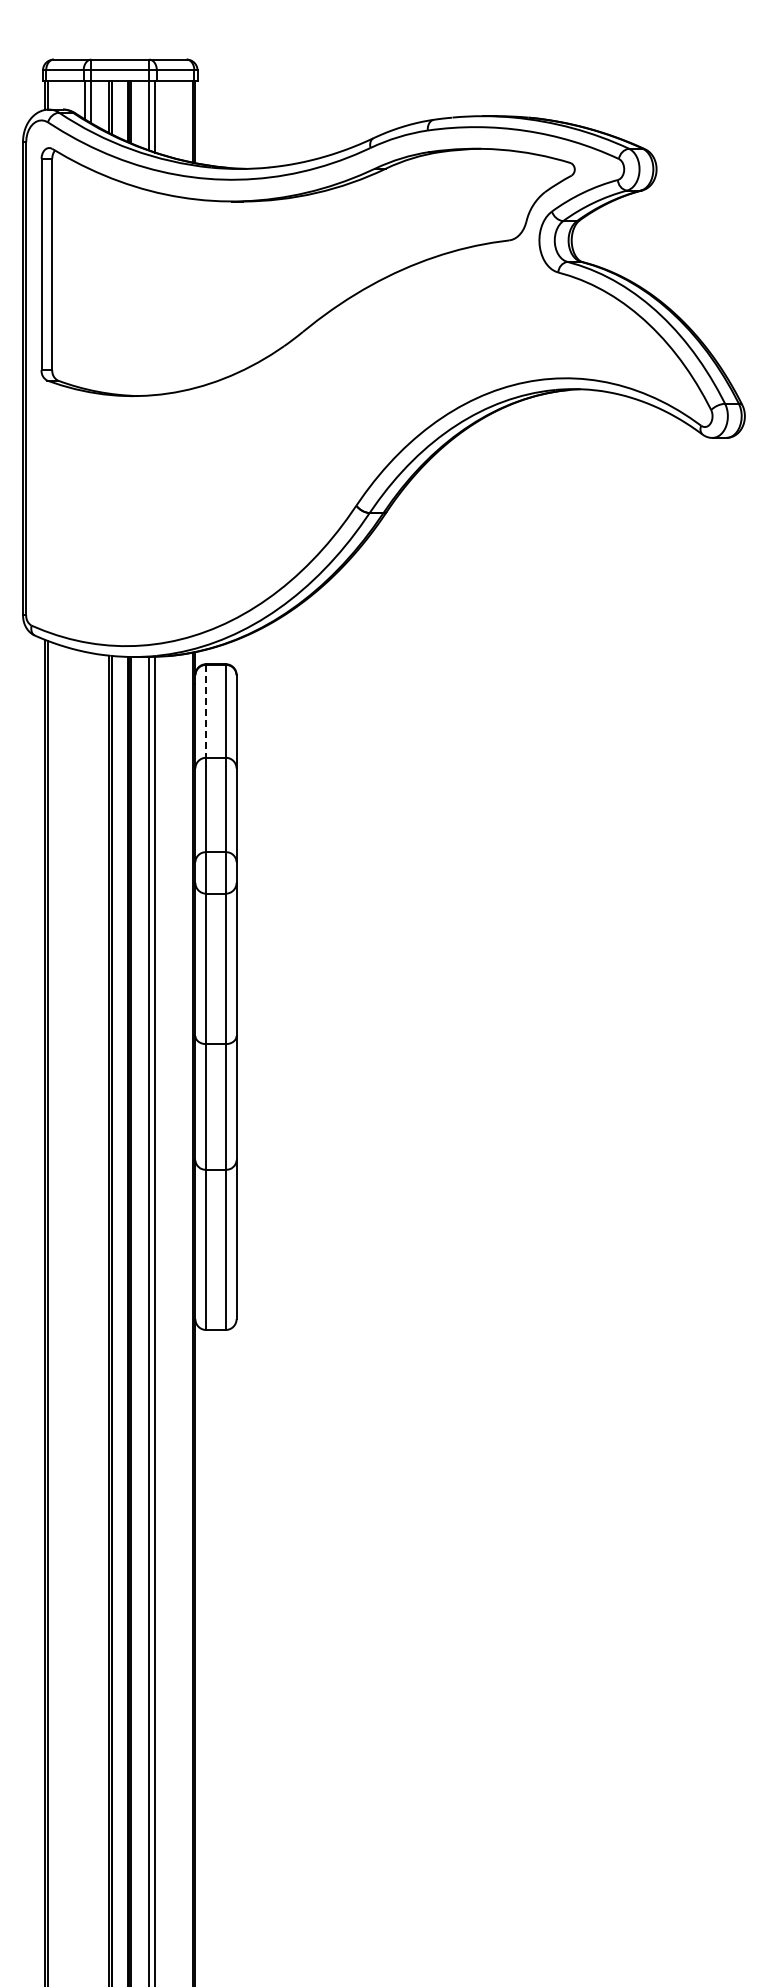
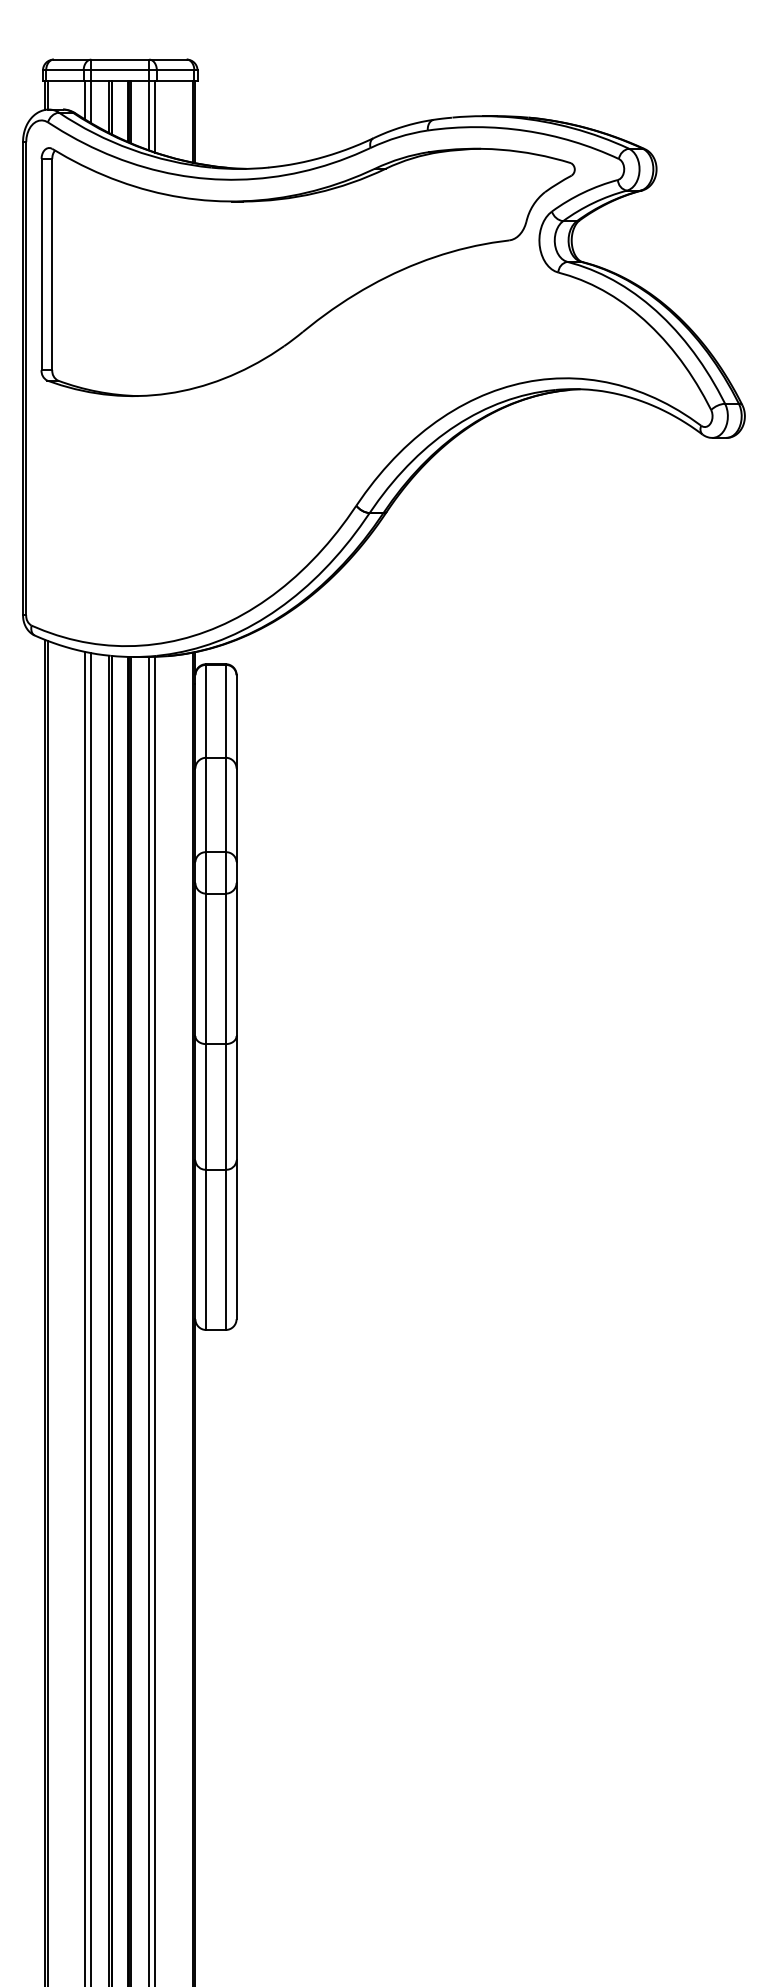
line at (206, 711): dashed -> solid
line at (85, 1317): none -> present
line at (91, 1318): none -> present
